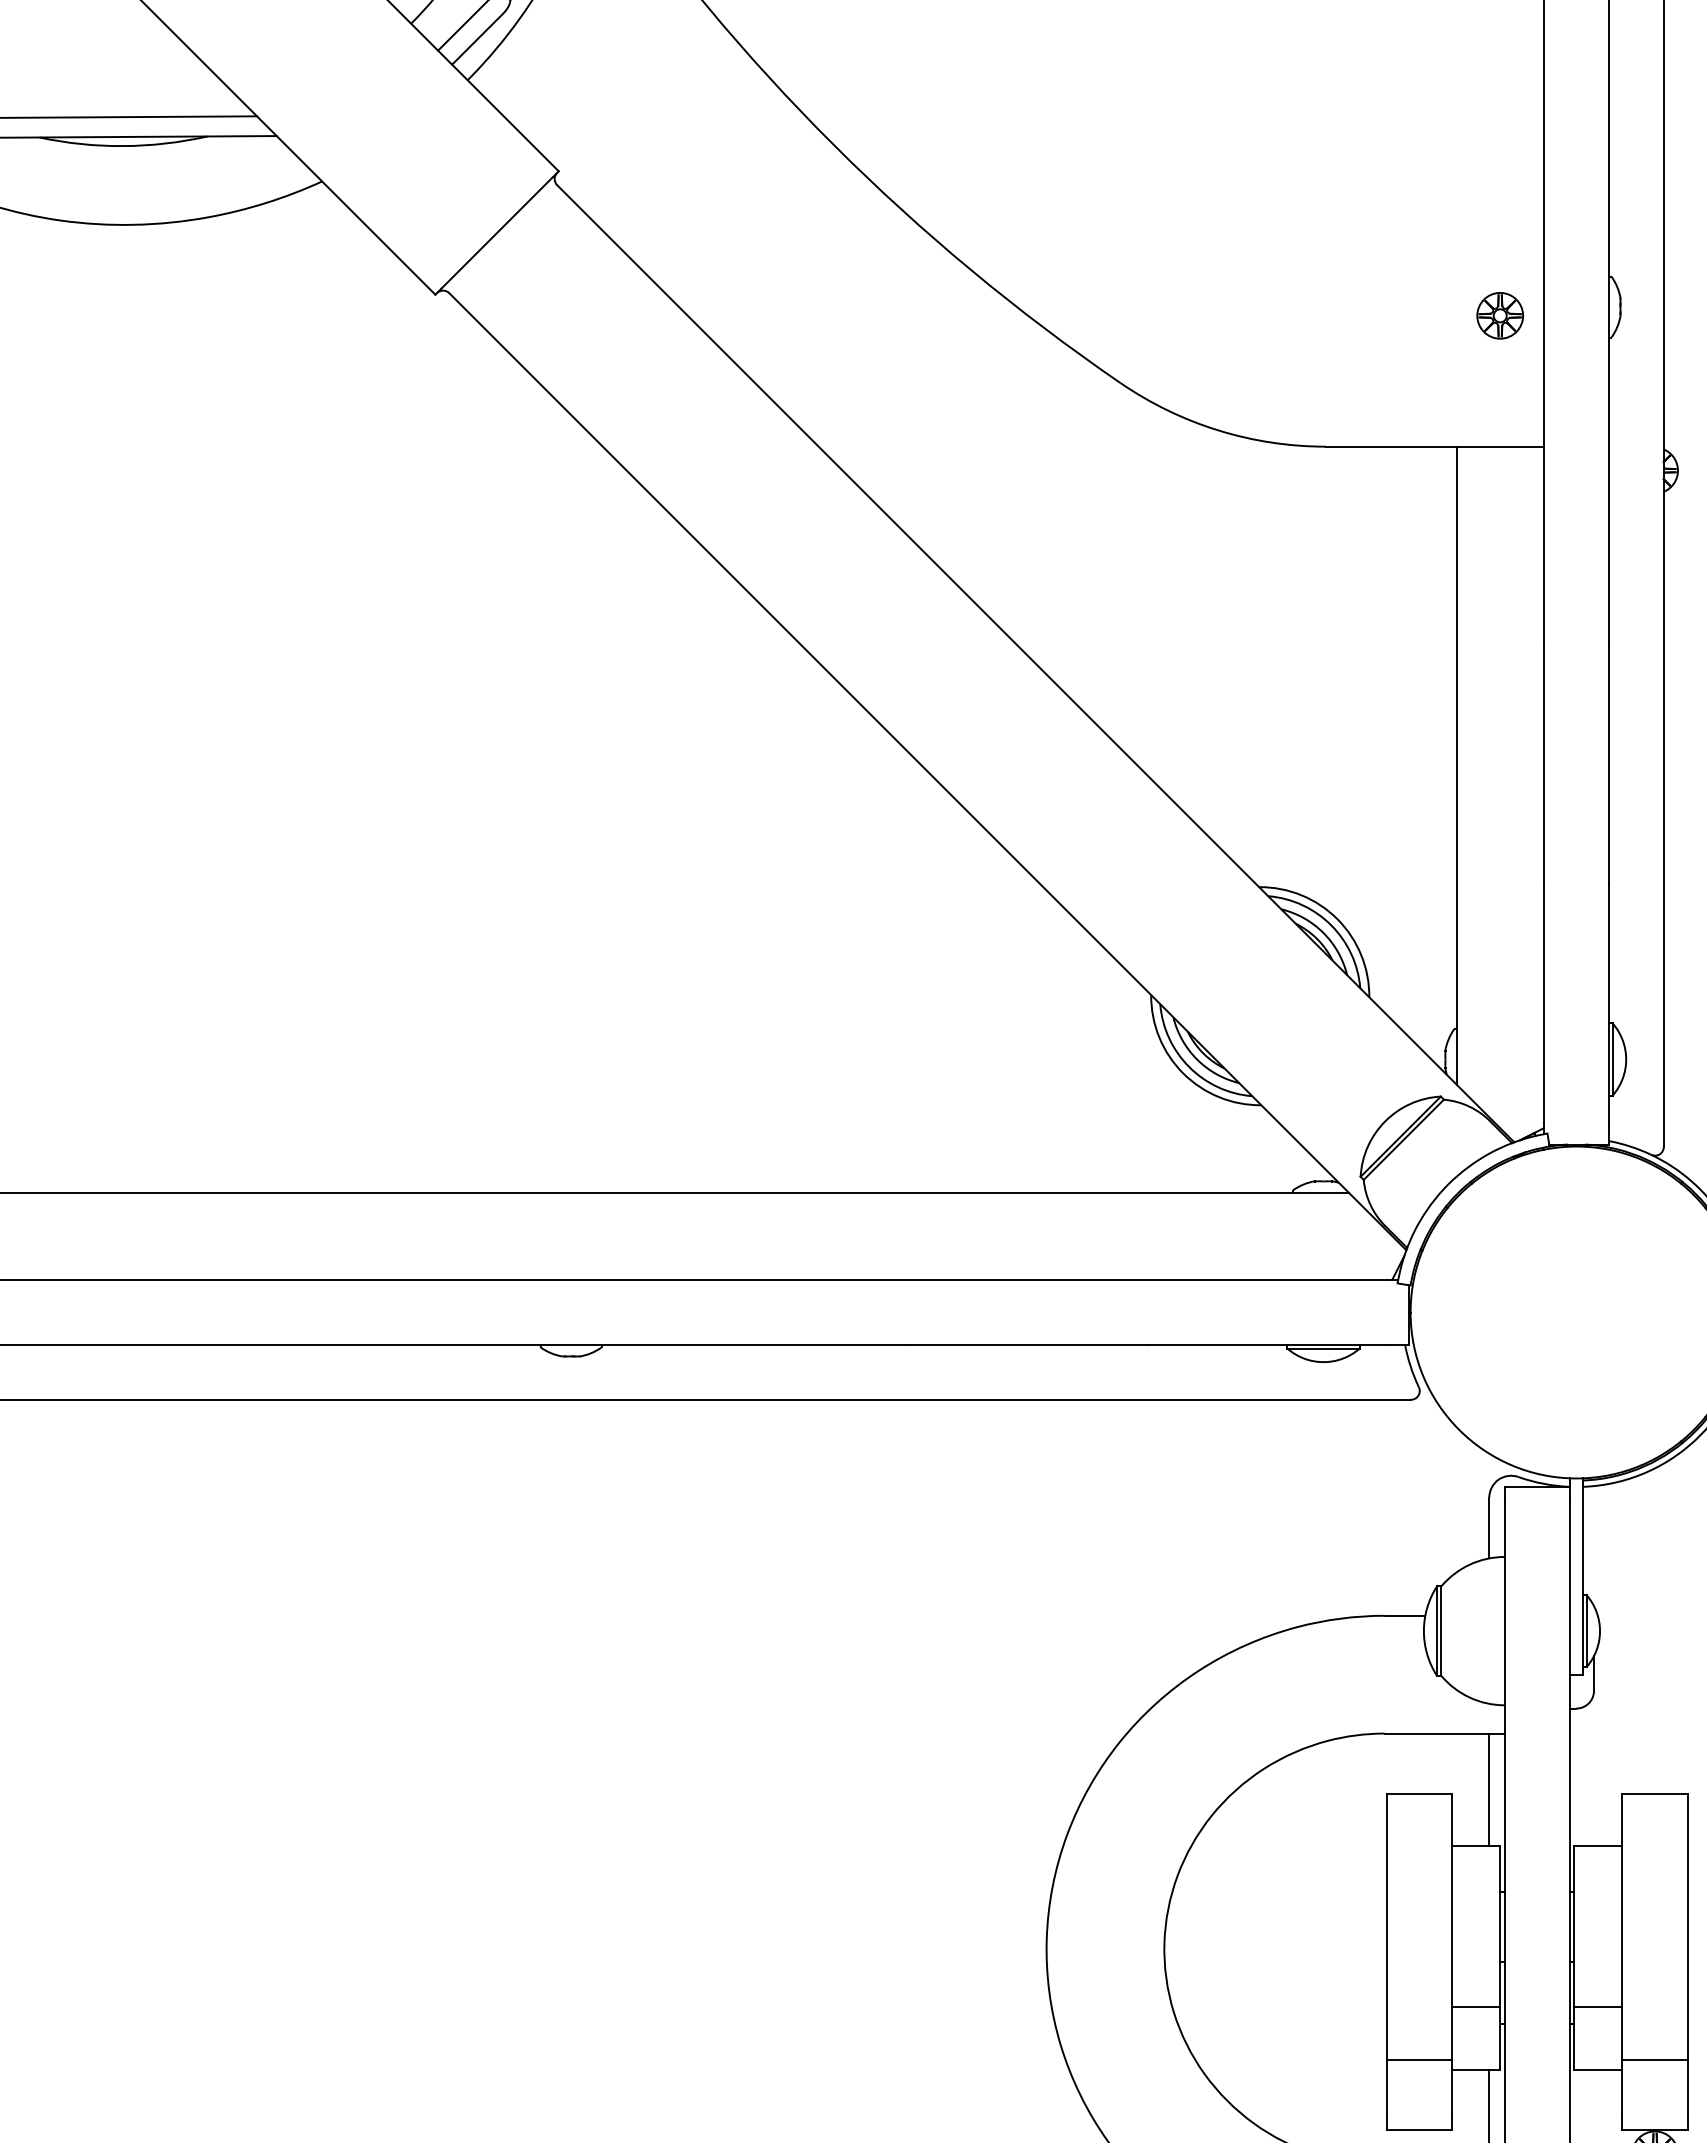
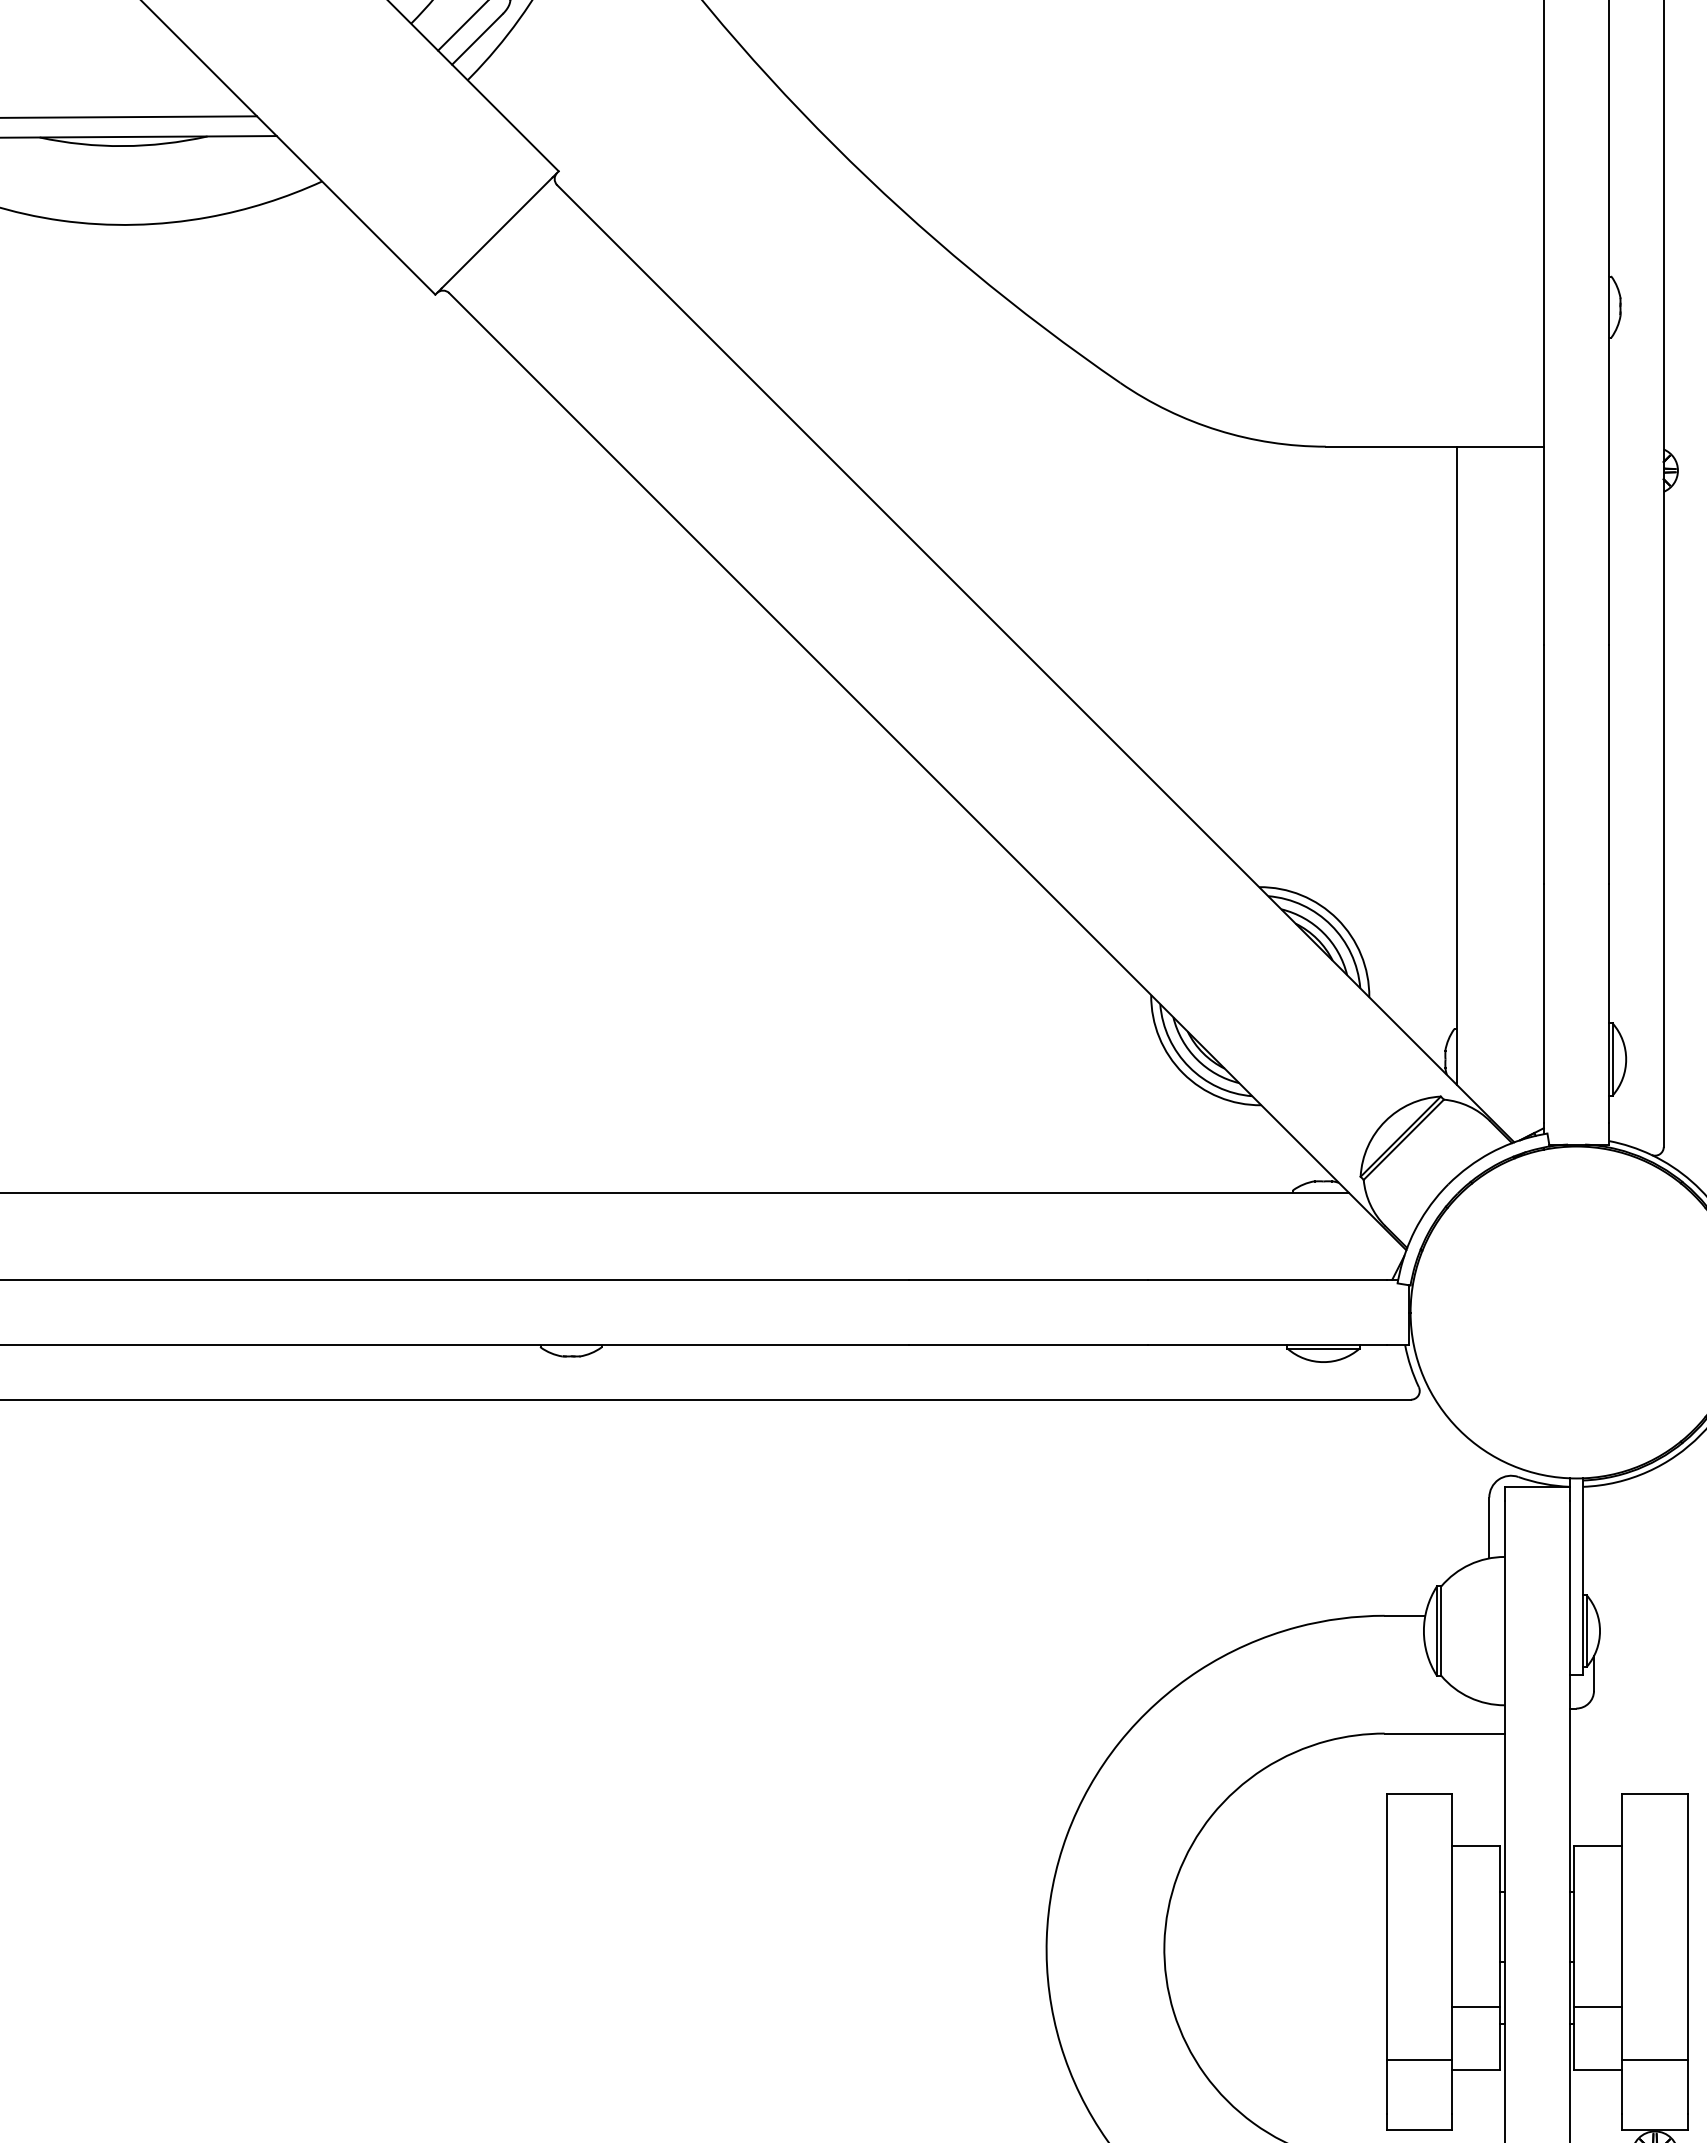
part at (1499, 315): present -> none
line at (1489, 1789): present -> none
line at (1489, 2104): present -> none
